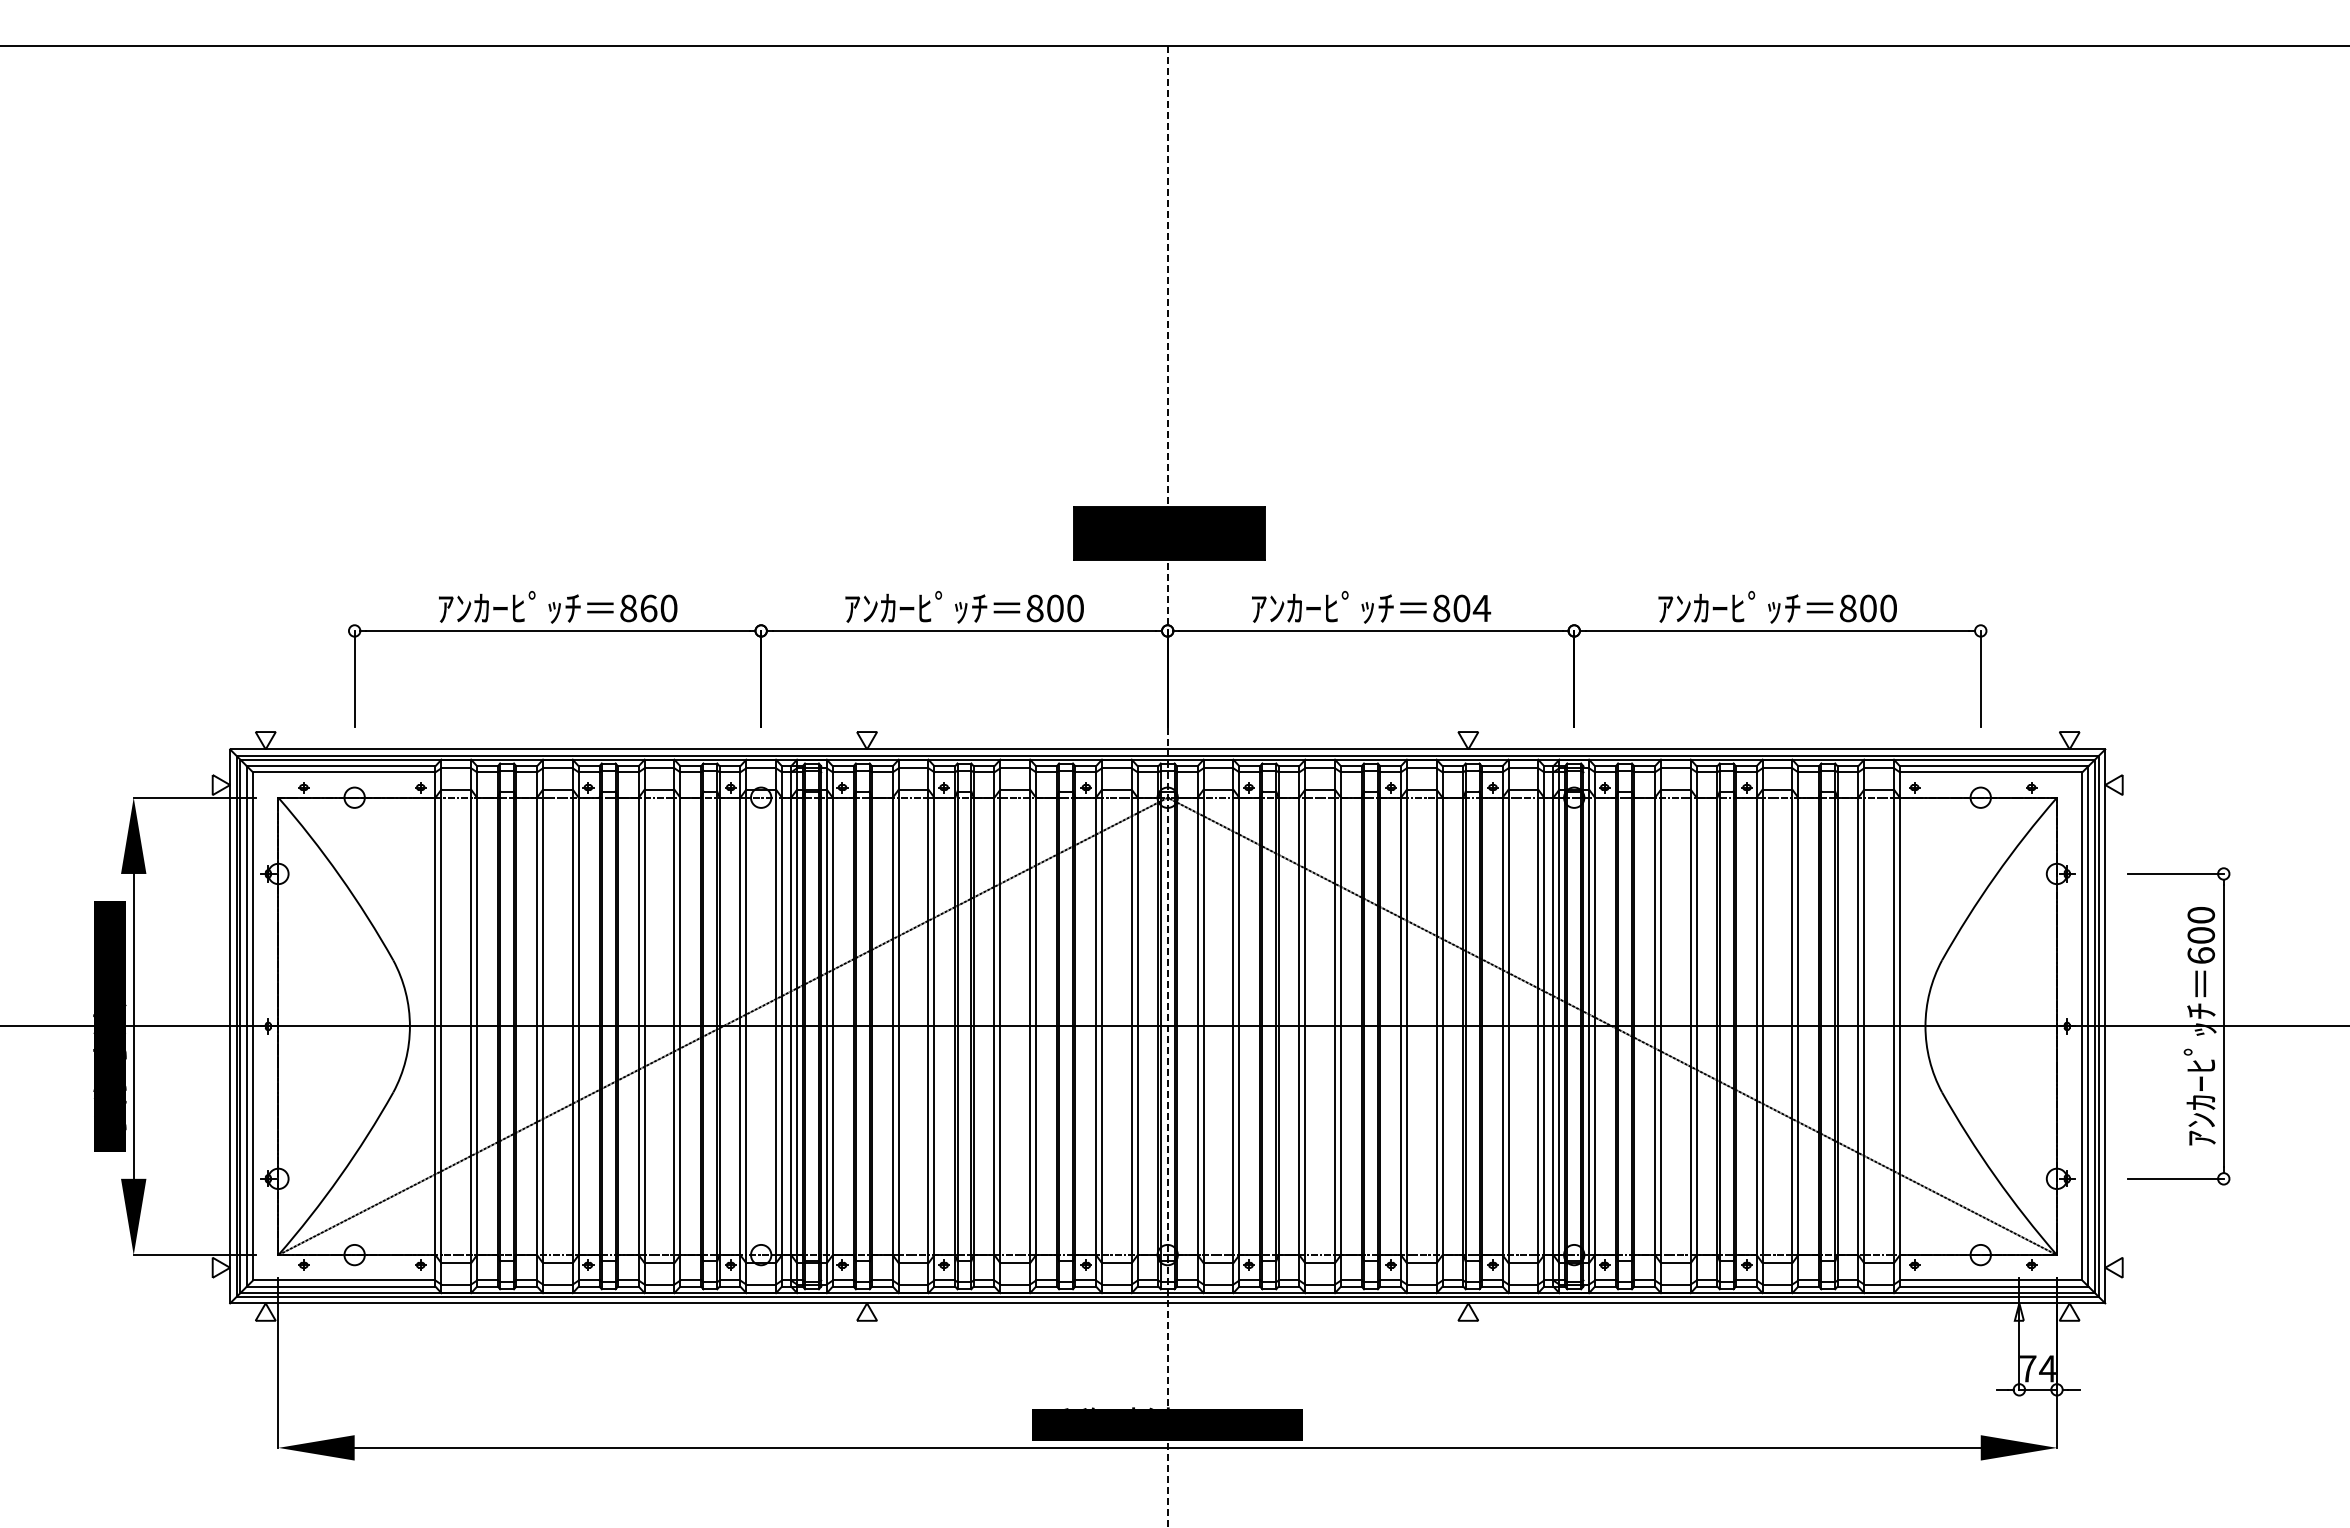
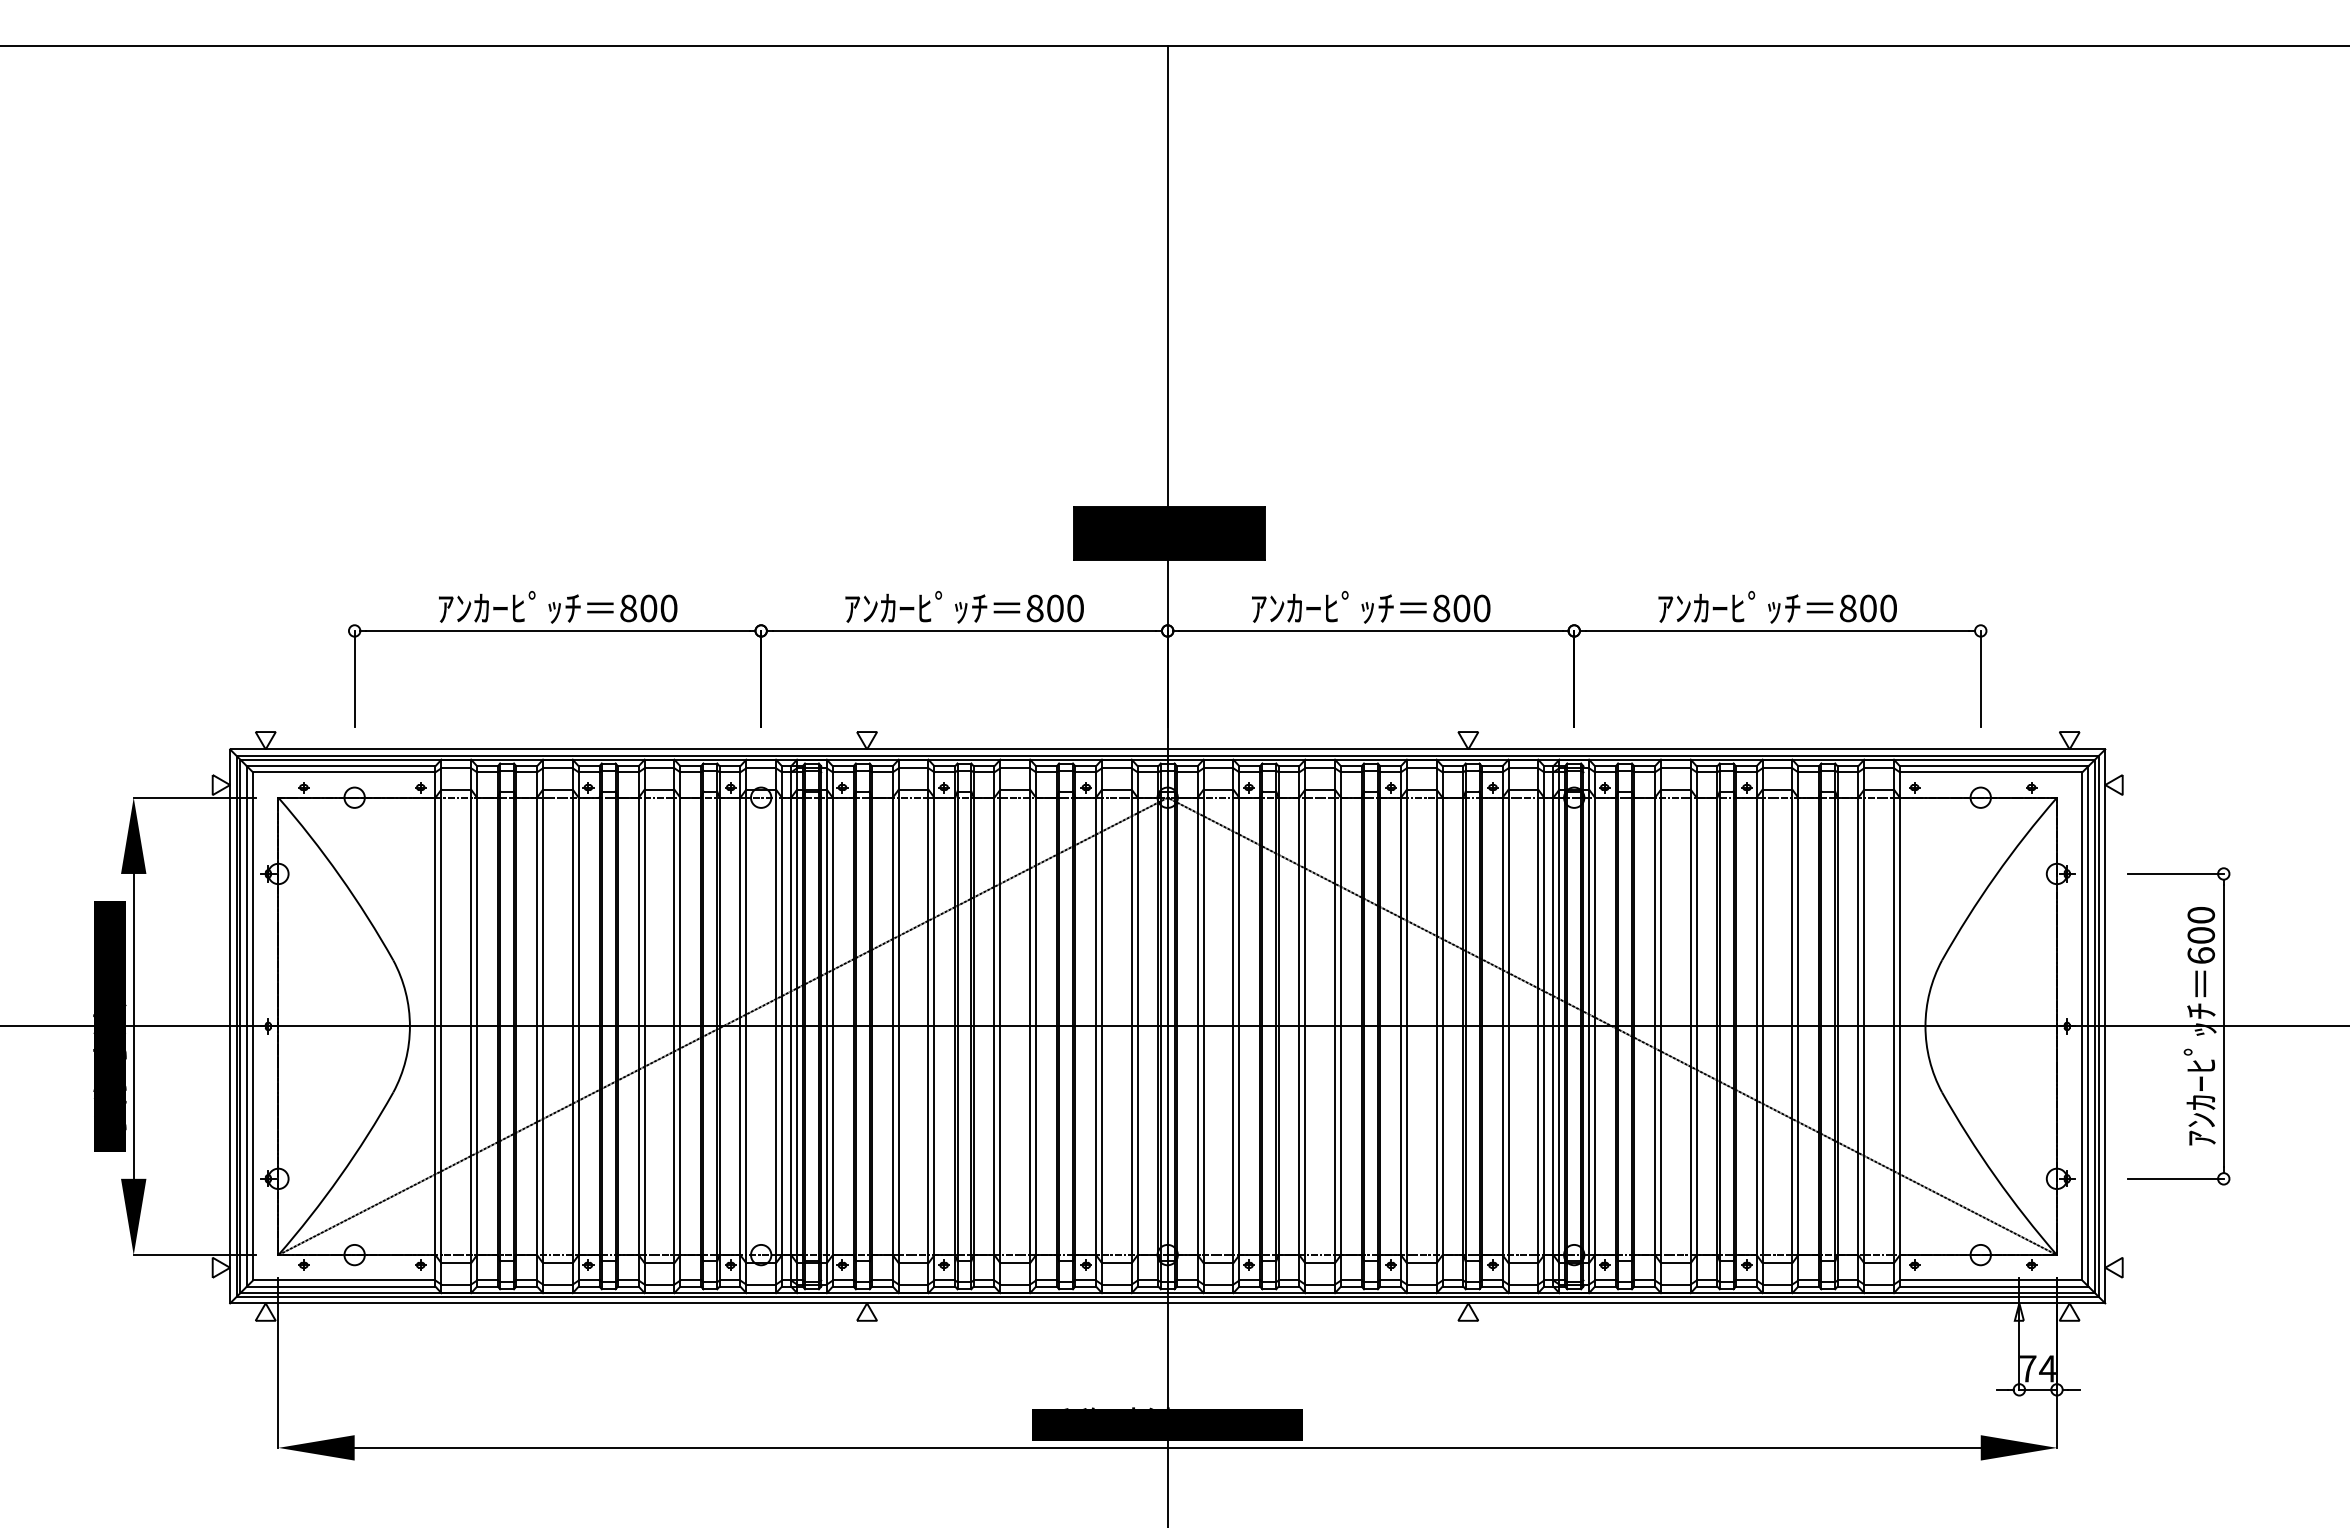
text at (648, 608): 860 -> 800
text at (1481, 608): 804 -> 800
line at (1167, 786): dashed -> solid
